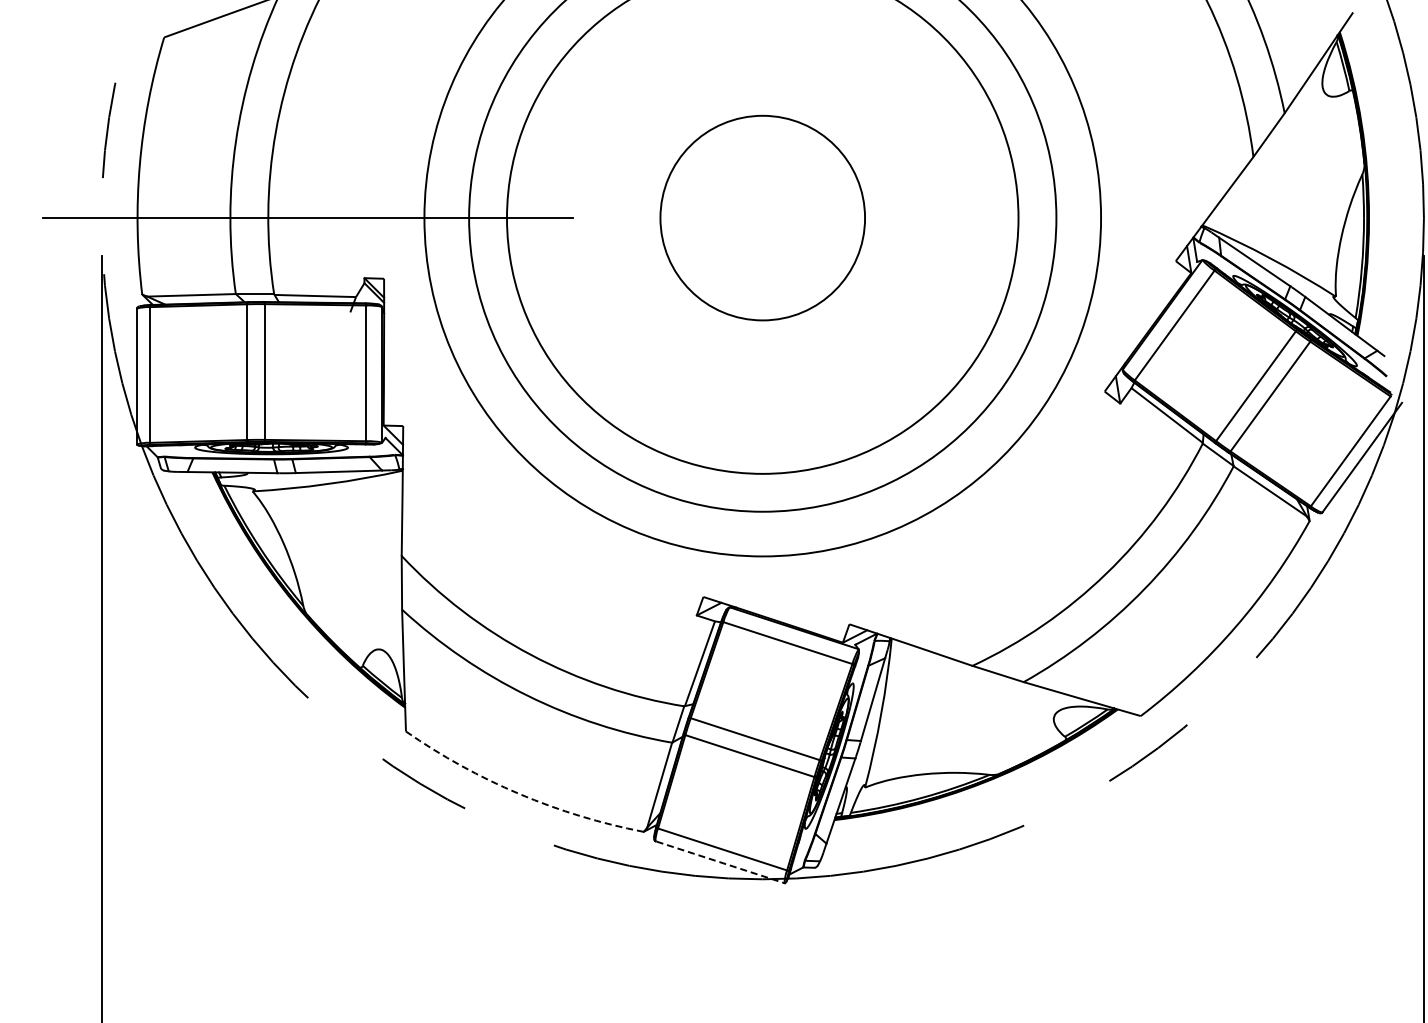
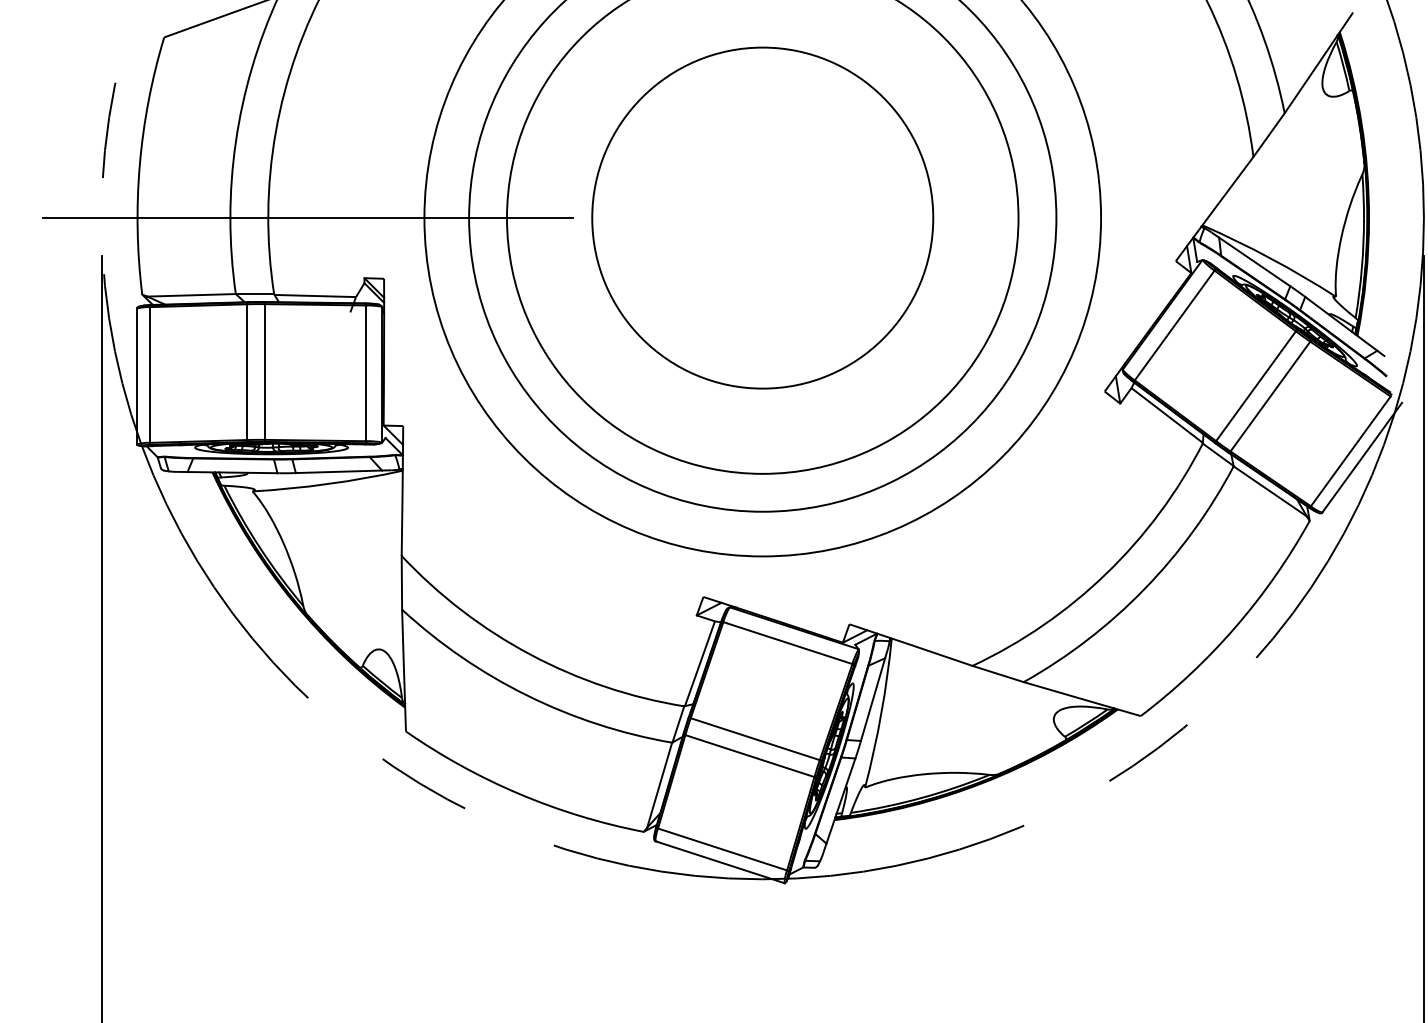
circle at (762, 217) diameter: 205 px -> 341 px
arc at (519, 794): dashed -> solid
line at (721, 862): dashed -> solid
